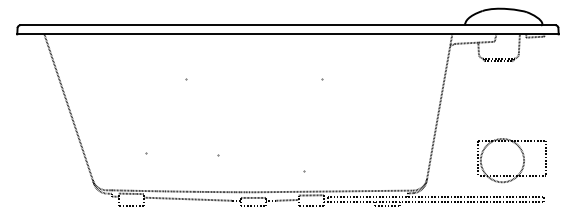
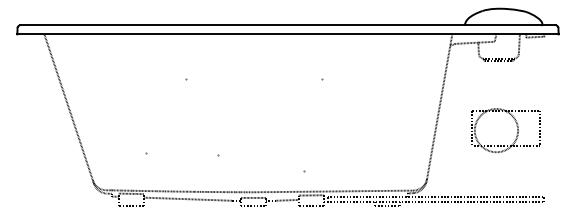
part at (511, 160) position: (511, 160) -> (505, 130)
